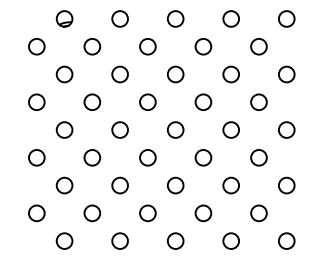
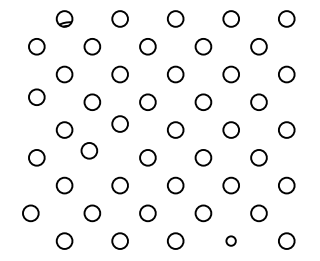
circle at (36, 101) position: (36, 101) -> (36, 96)
circle at (119, 129) position: (119, 129) -> (119, 123)
circle at (92, 157) position: (92, 157) -> (89, 150)
circle at (36, 213) position: (36, 213) -> (30, 213)
circle at (230, 240) size: 18x18 px -> 12x12 px
